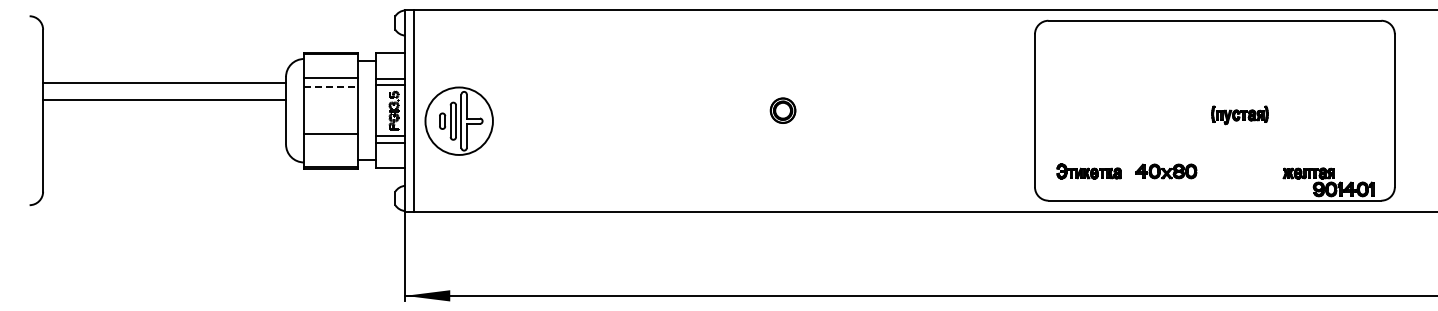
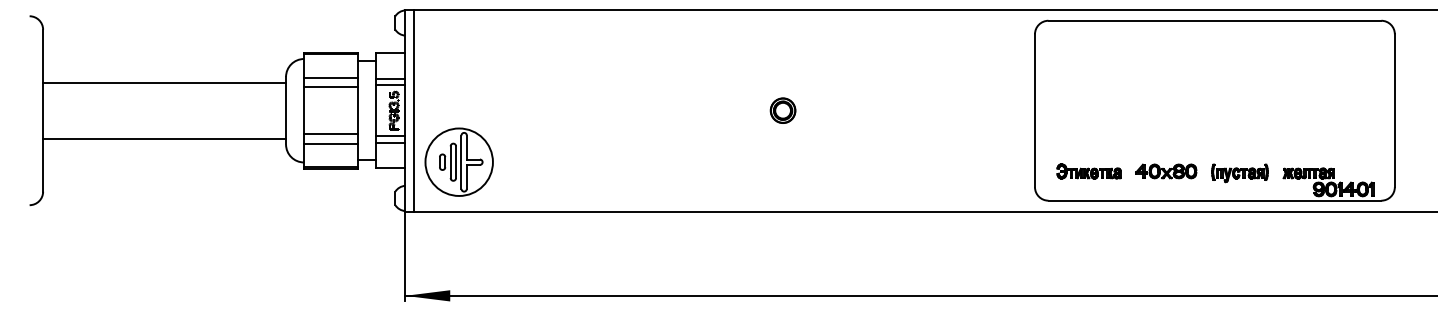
line at (331, 87): dashed -> solid
line at (164, 99) position: (164, 99) -> (164, 138)
part at (1239, 115) position: (1239, 115) -> (1239, 173)
part at (458, 120) position: (458, 120) -> (458, 161)
line at (331, 143): none -> present
